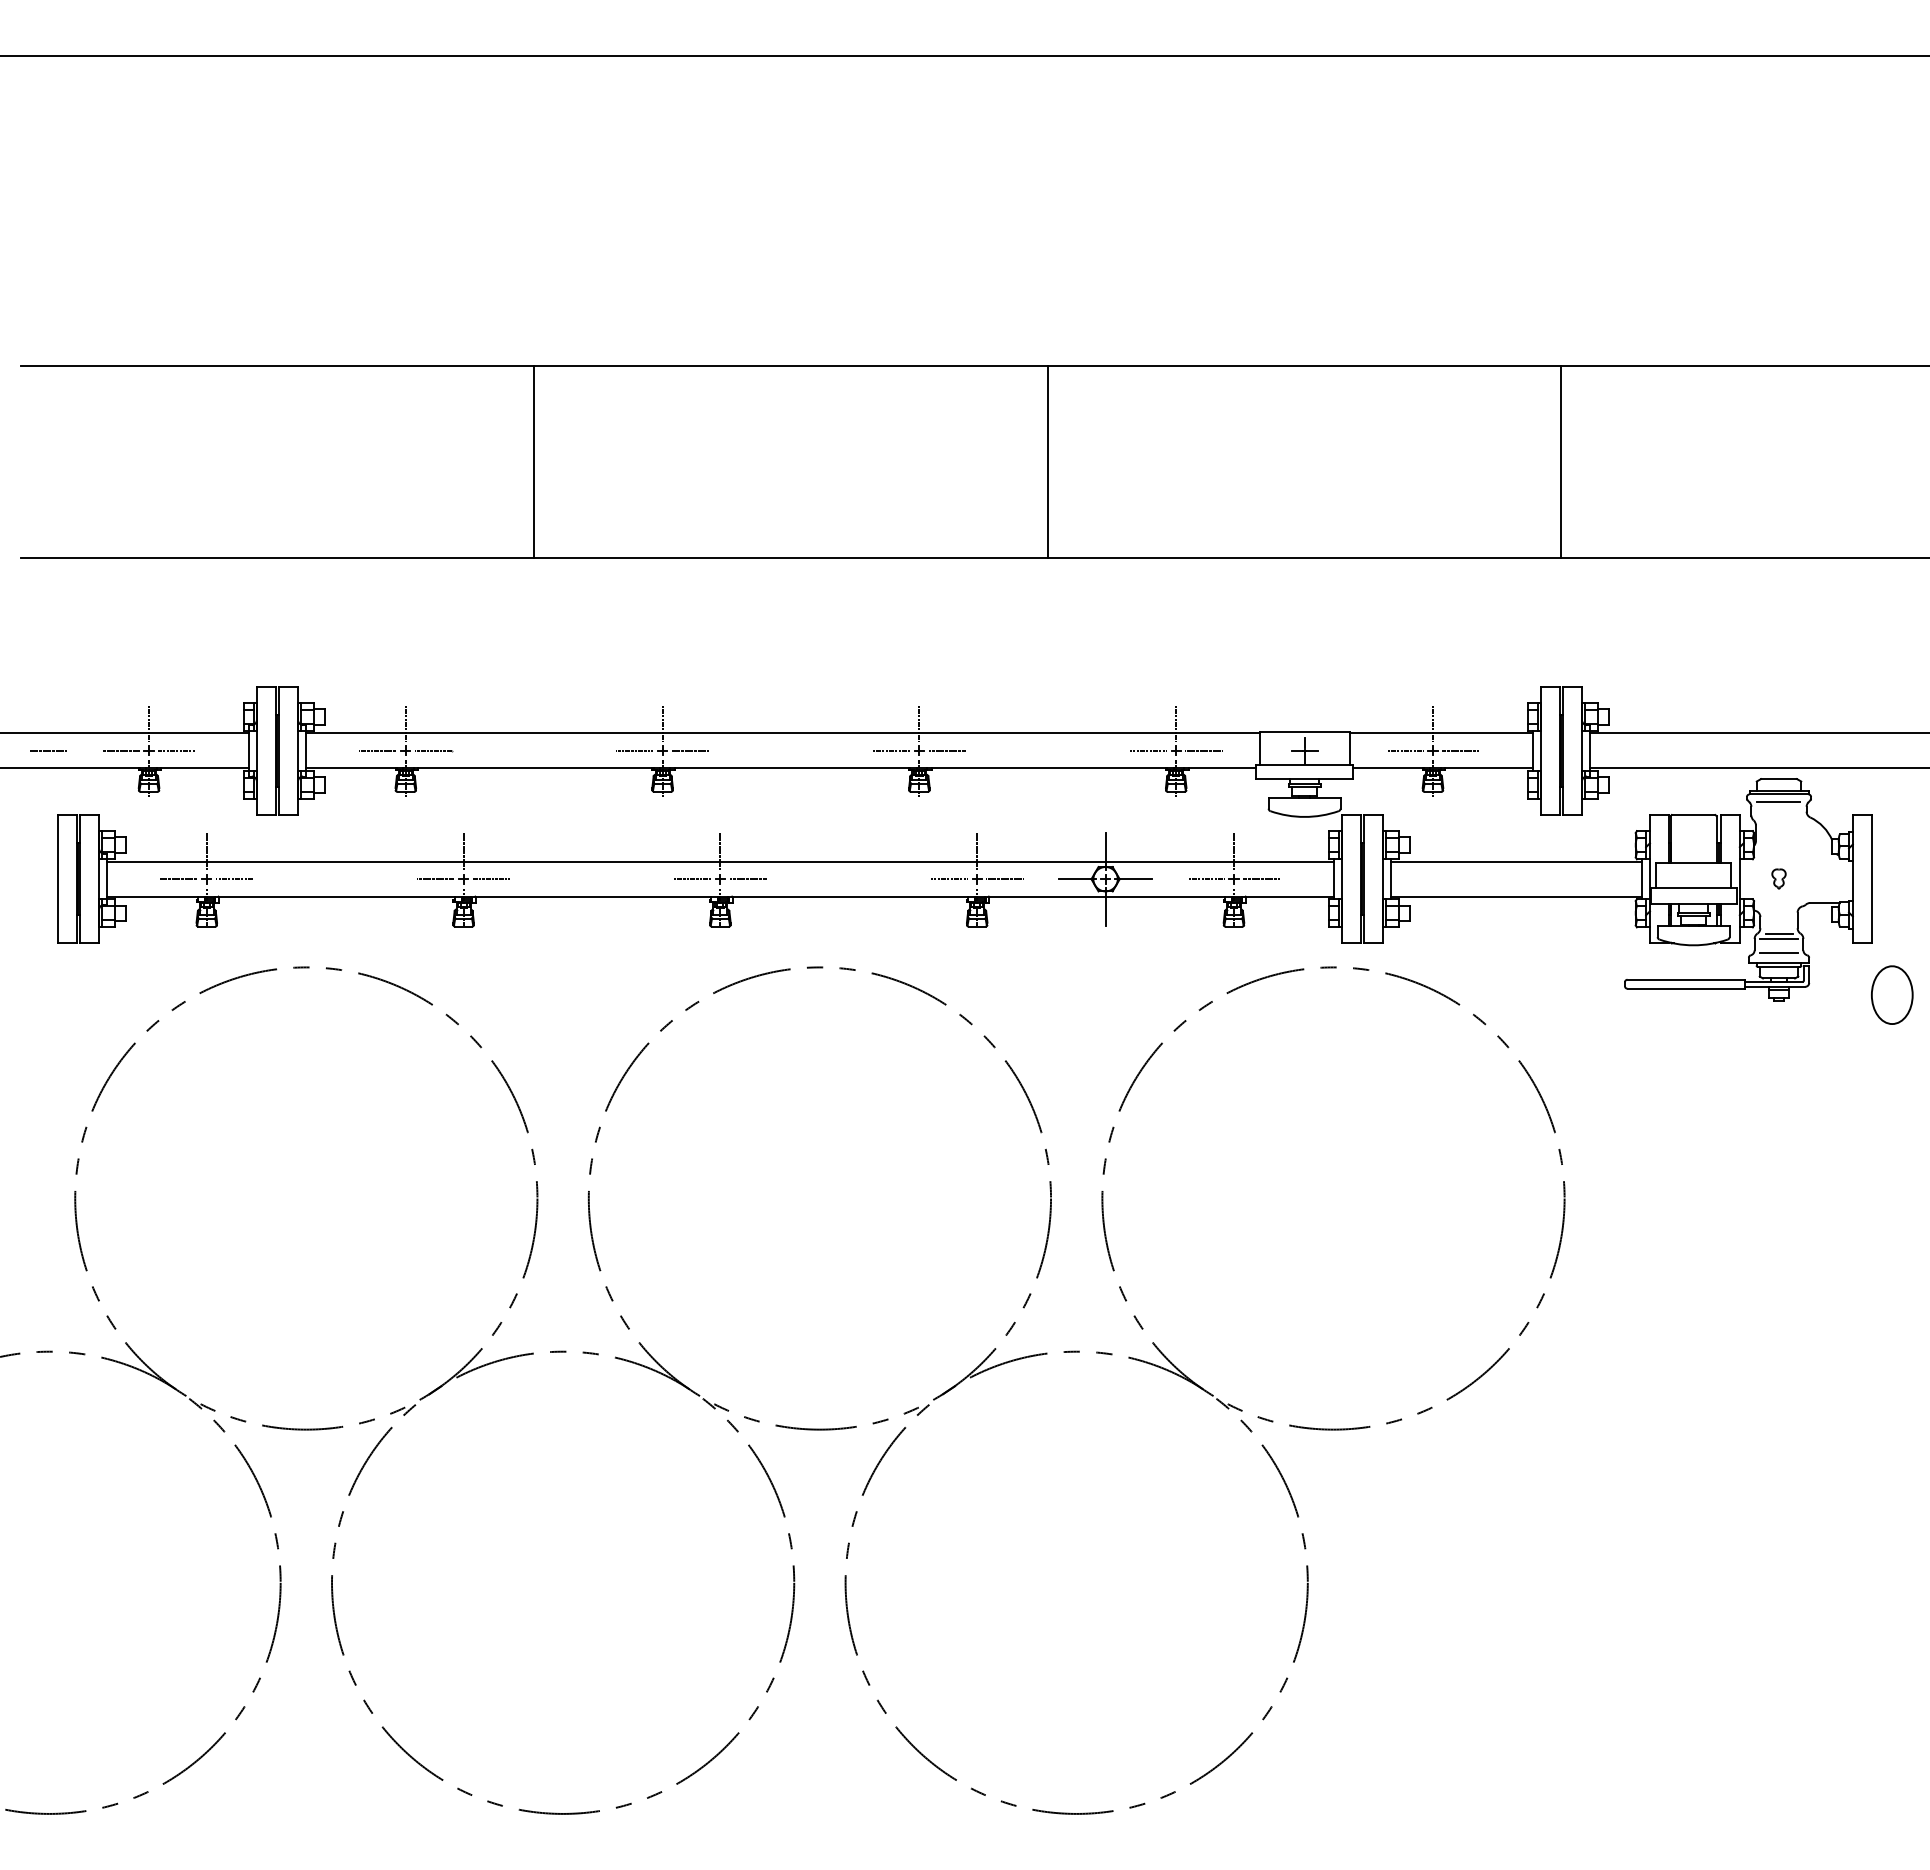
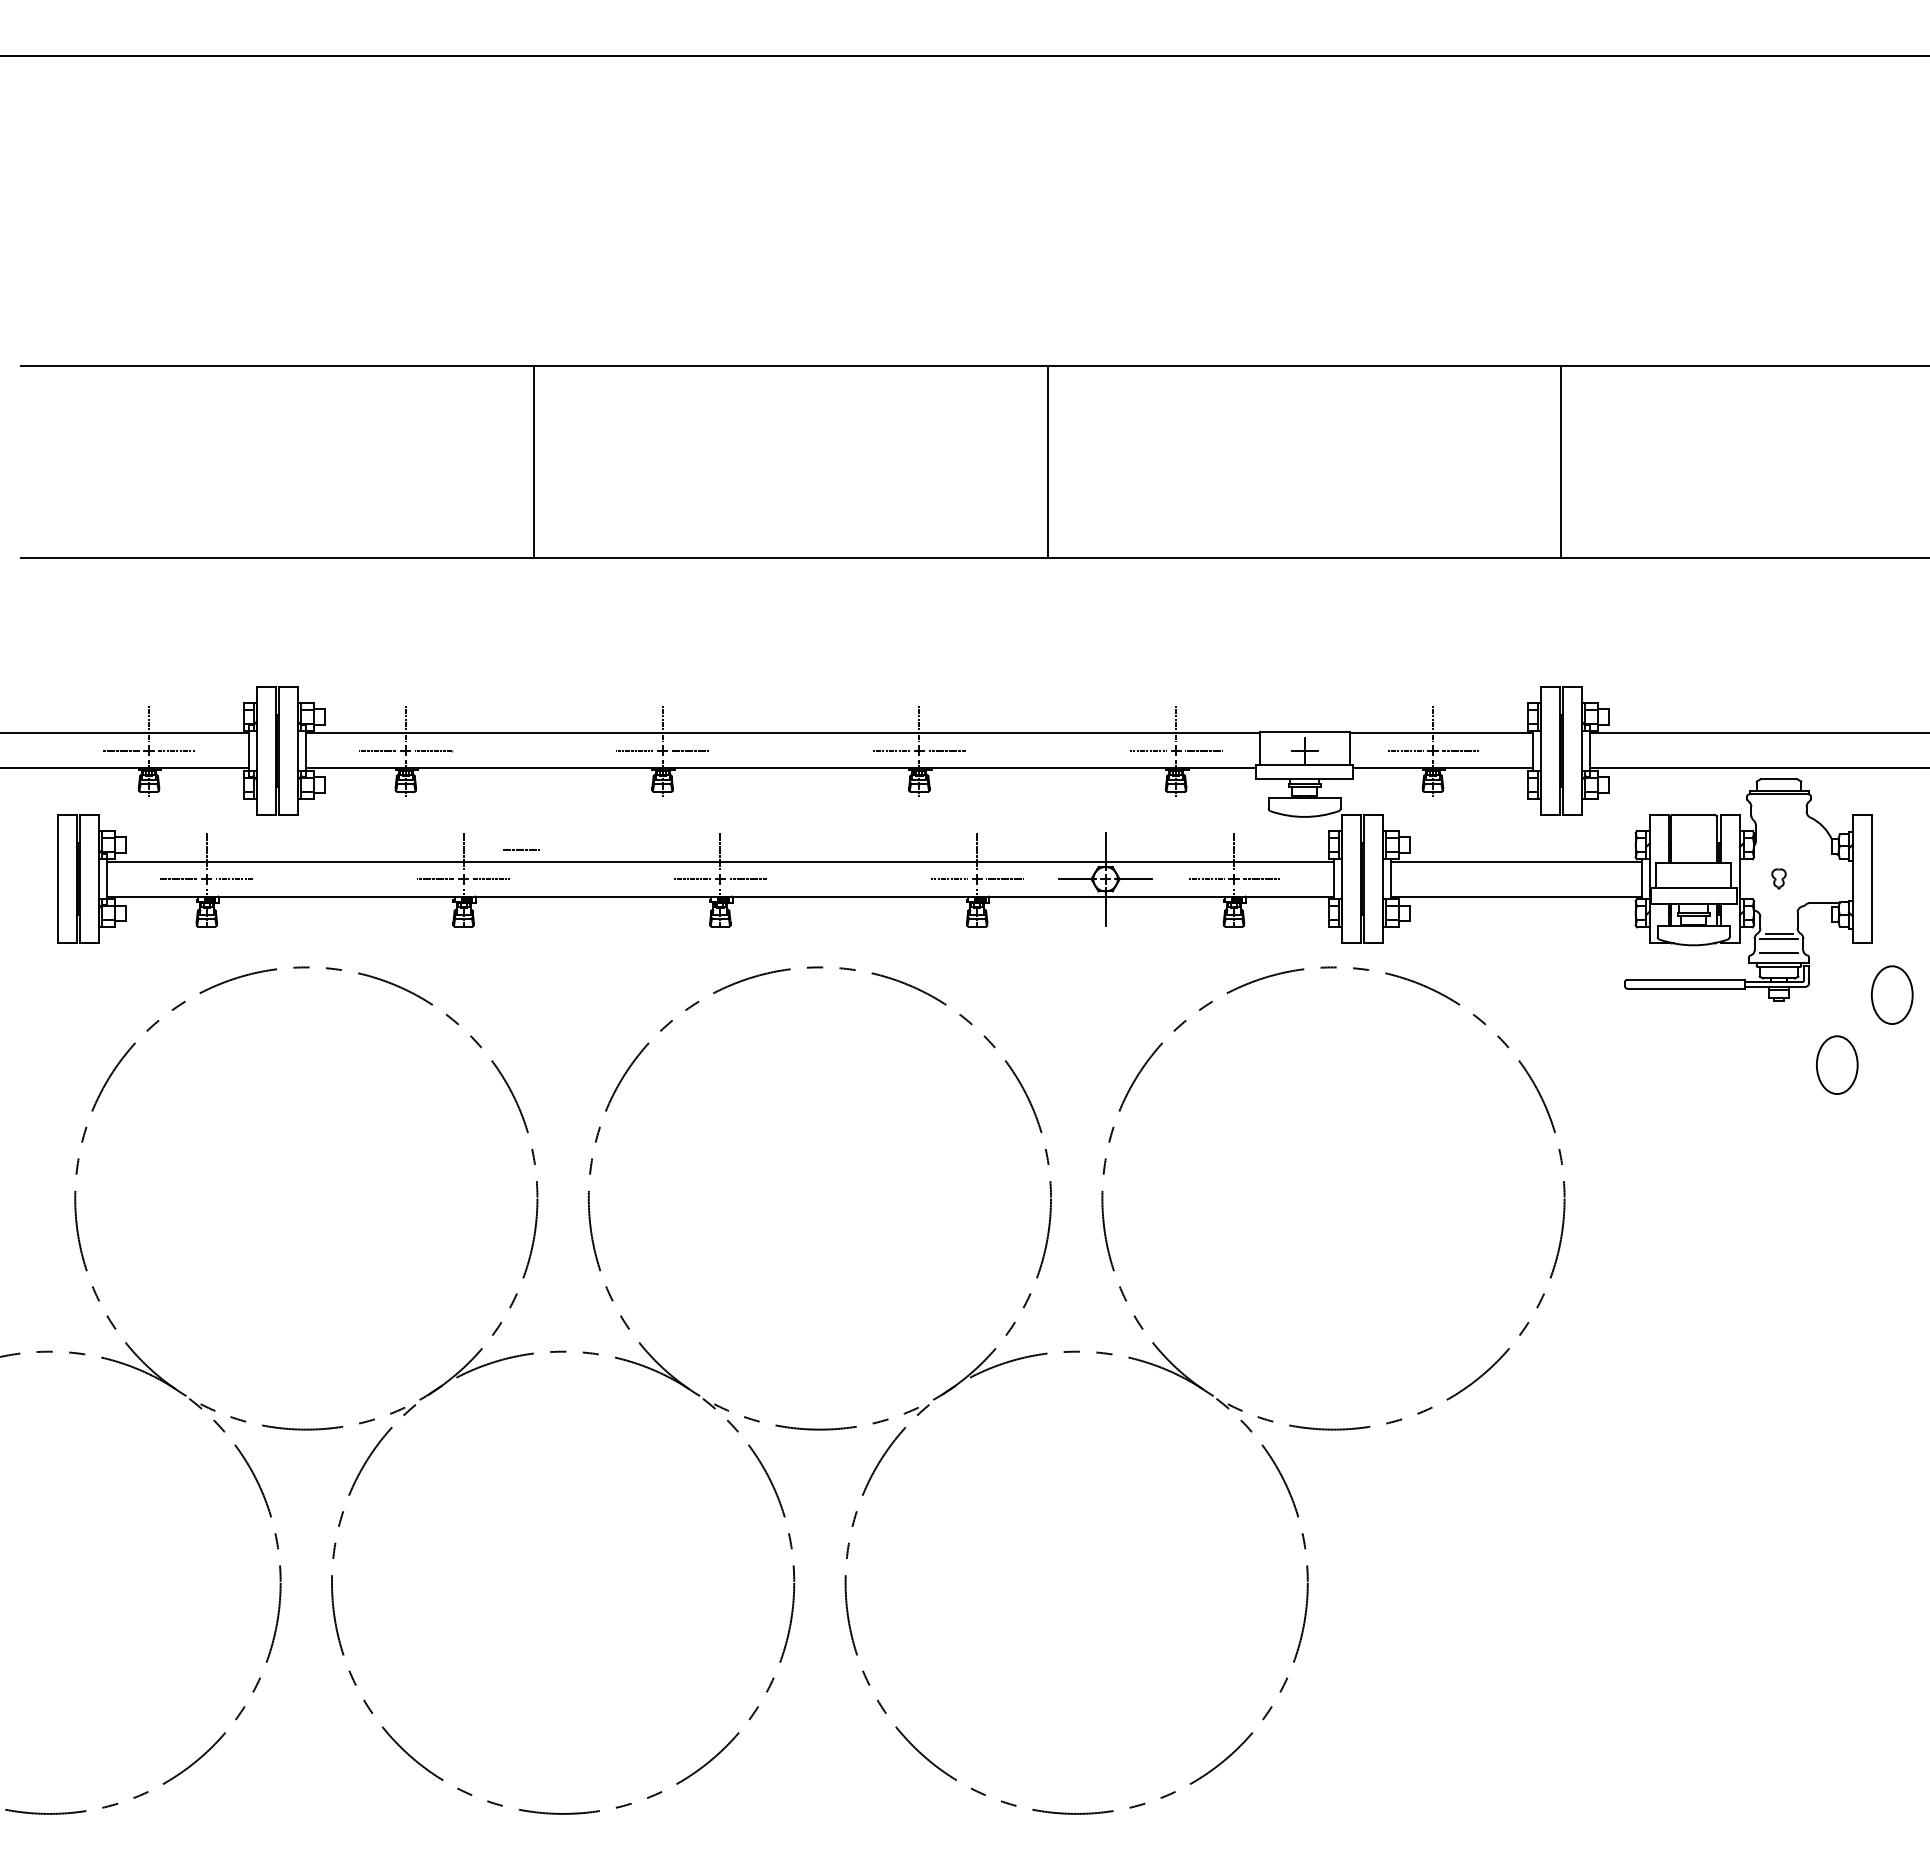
line at (48, 750) position: (48, 750) -> (521, 849)
line at (1778, 802): present -> none
part at (1837, 1064): none -> present
